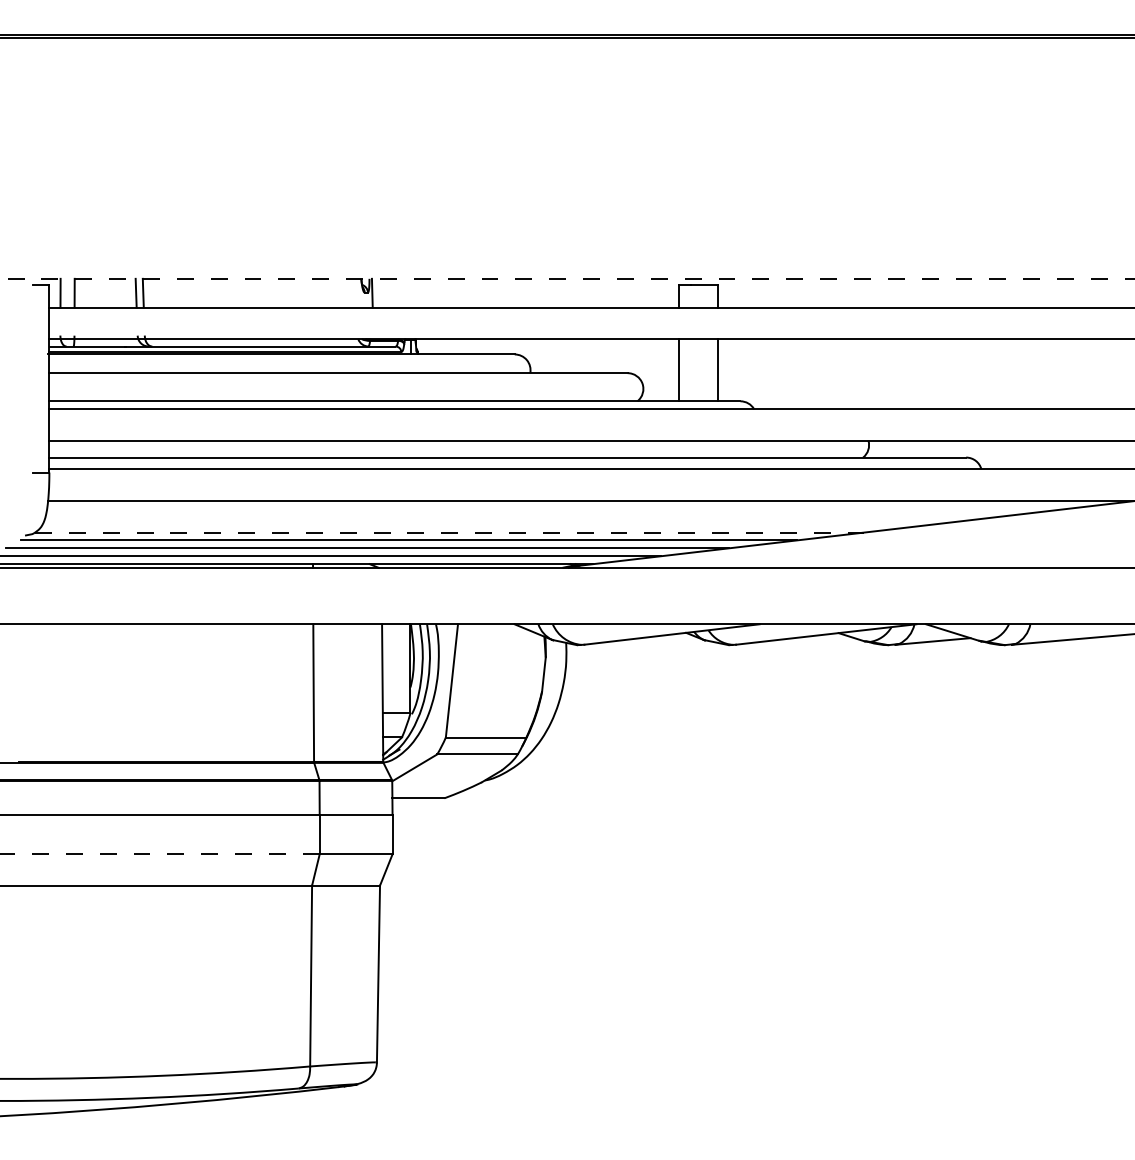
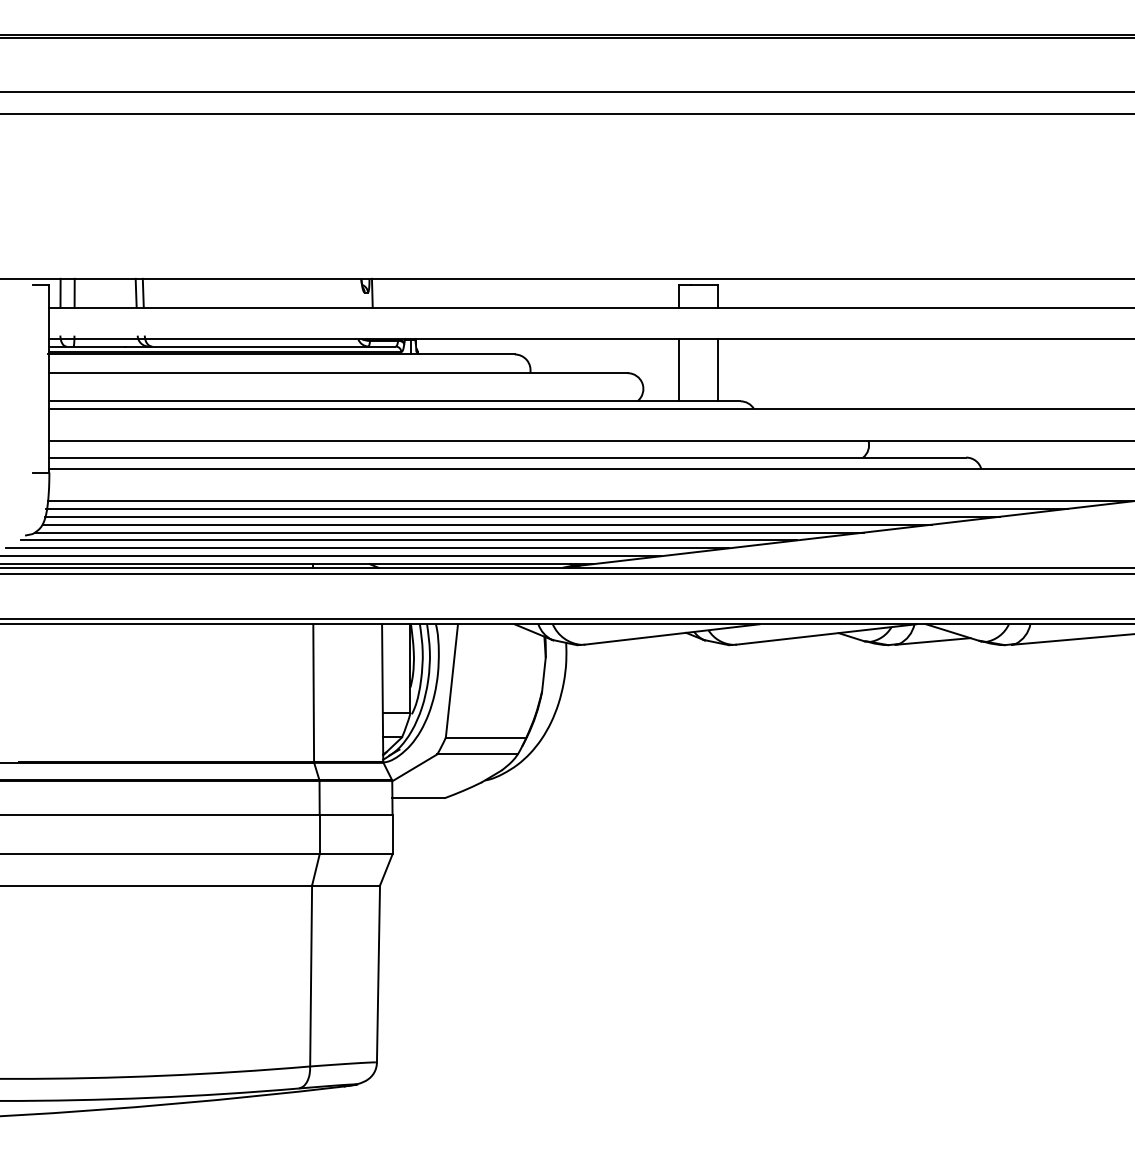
line at (566, 91): none -> present
line at (566, 114): none -> present
line at (567, 278): dashed -> solid
line at (556, 508): none -> present
line at (522, 516): none -> present
line at (487, 524): none -> present
line at (449, 532): dashed -> solid
line at (566, 573): none -> present
line at (566, 618): none -> present
line at (159, 854): dashed -> solid
